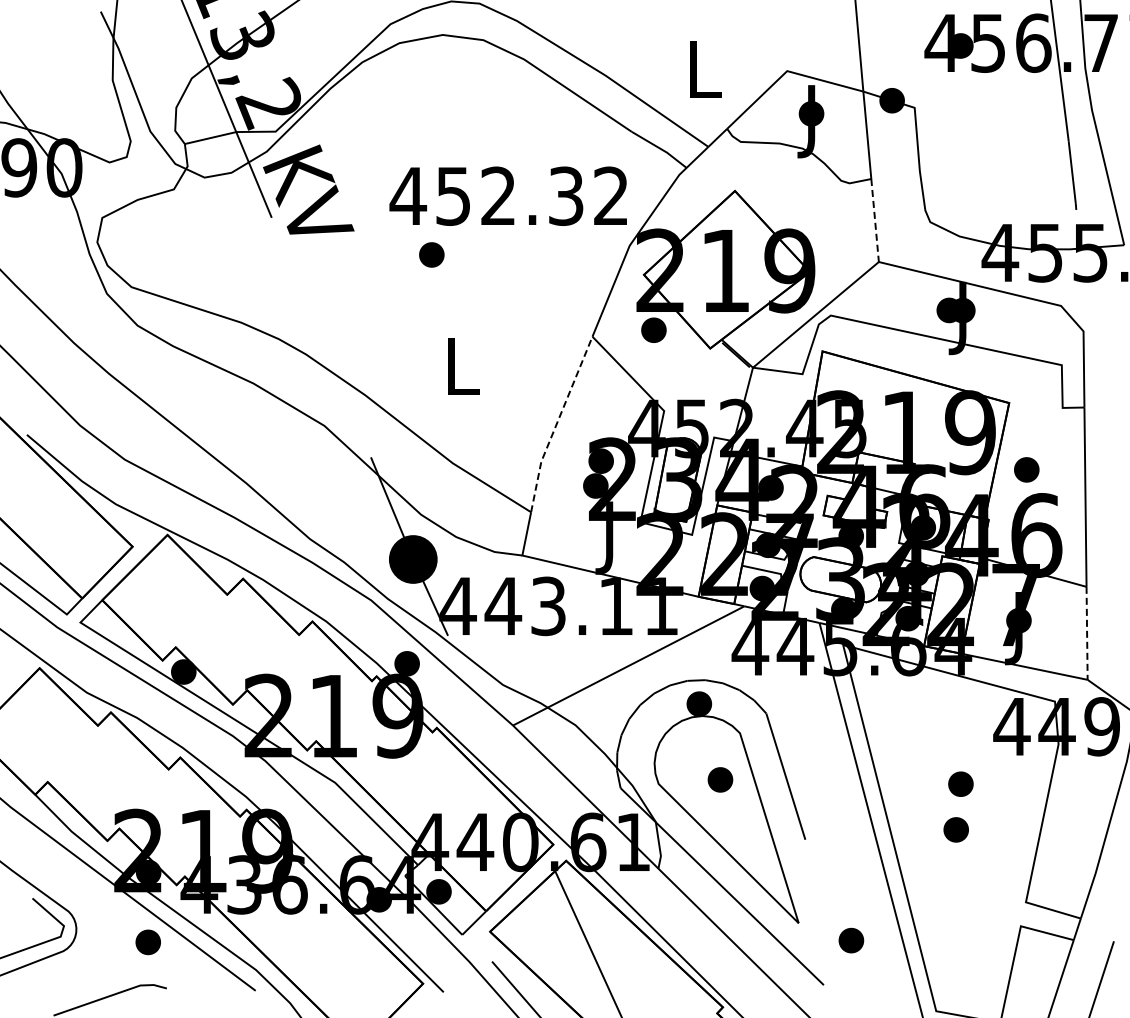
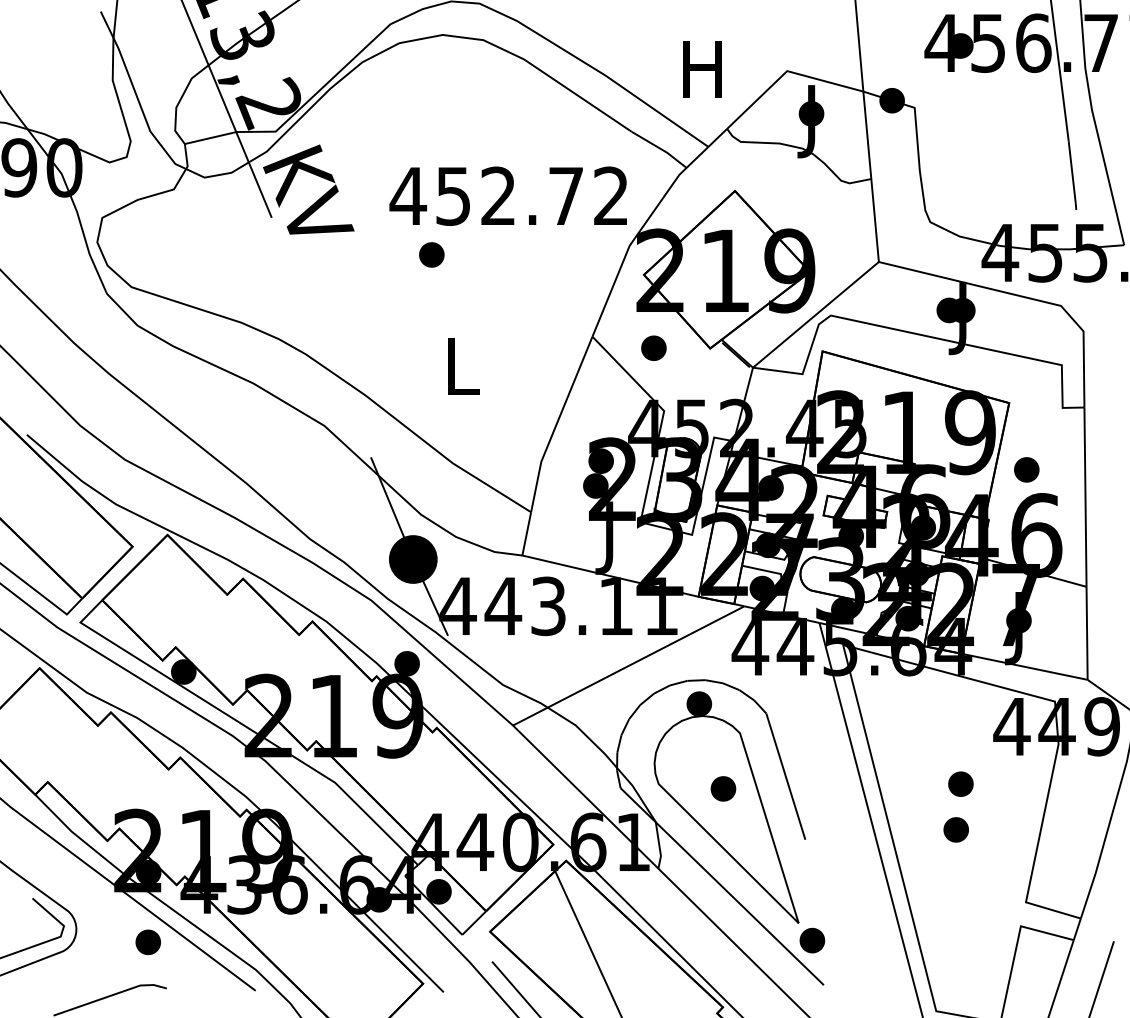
text at (702, 69): L -> H
text at (566, 195): 452.32 -> 452.72
line at (875, 220): dashed -> solid
part at (653, 329) position: (653, 329) -> (653, 347)
line at (557, 423): dashed -> solid
line at (1087, 633): dashed -> solid
part at (720, 779) position: (720, 779) -> (723, 788)
part at (851, 940) position: (851, 940) -> (812, 940)
